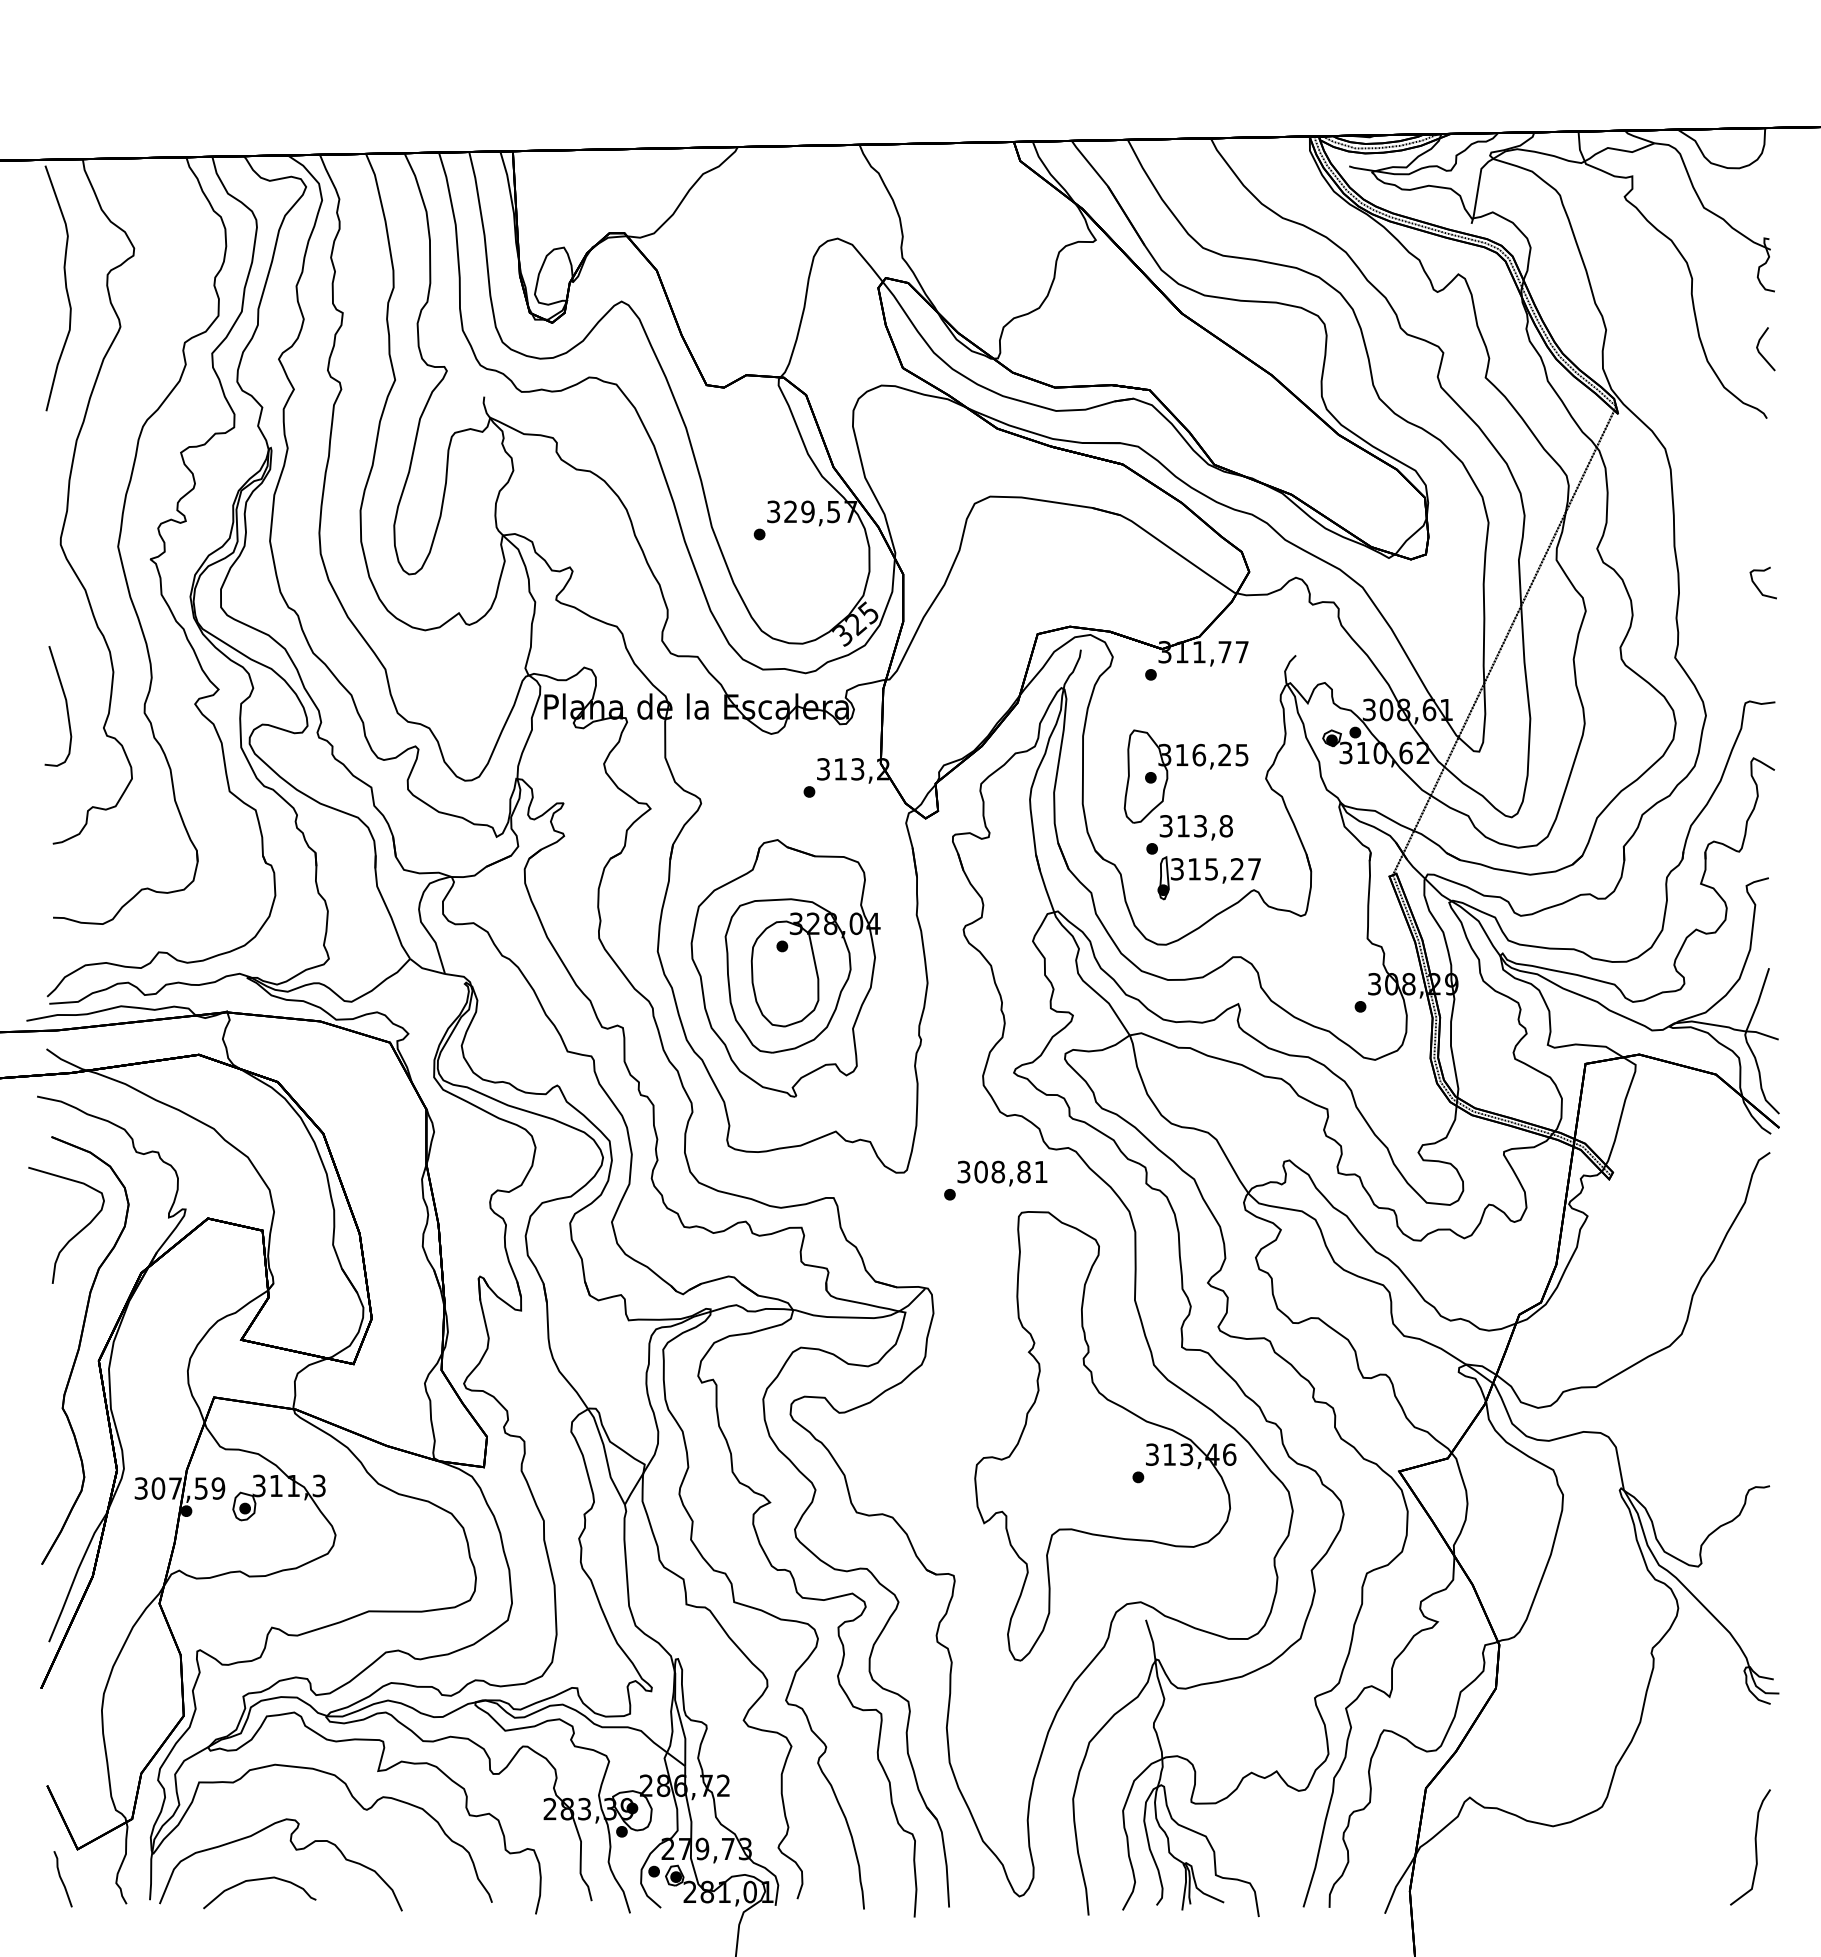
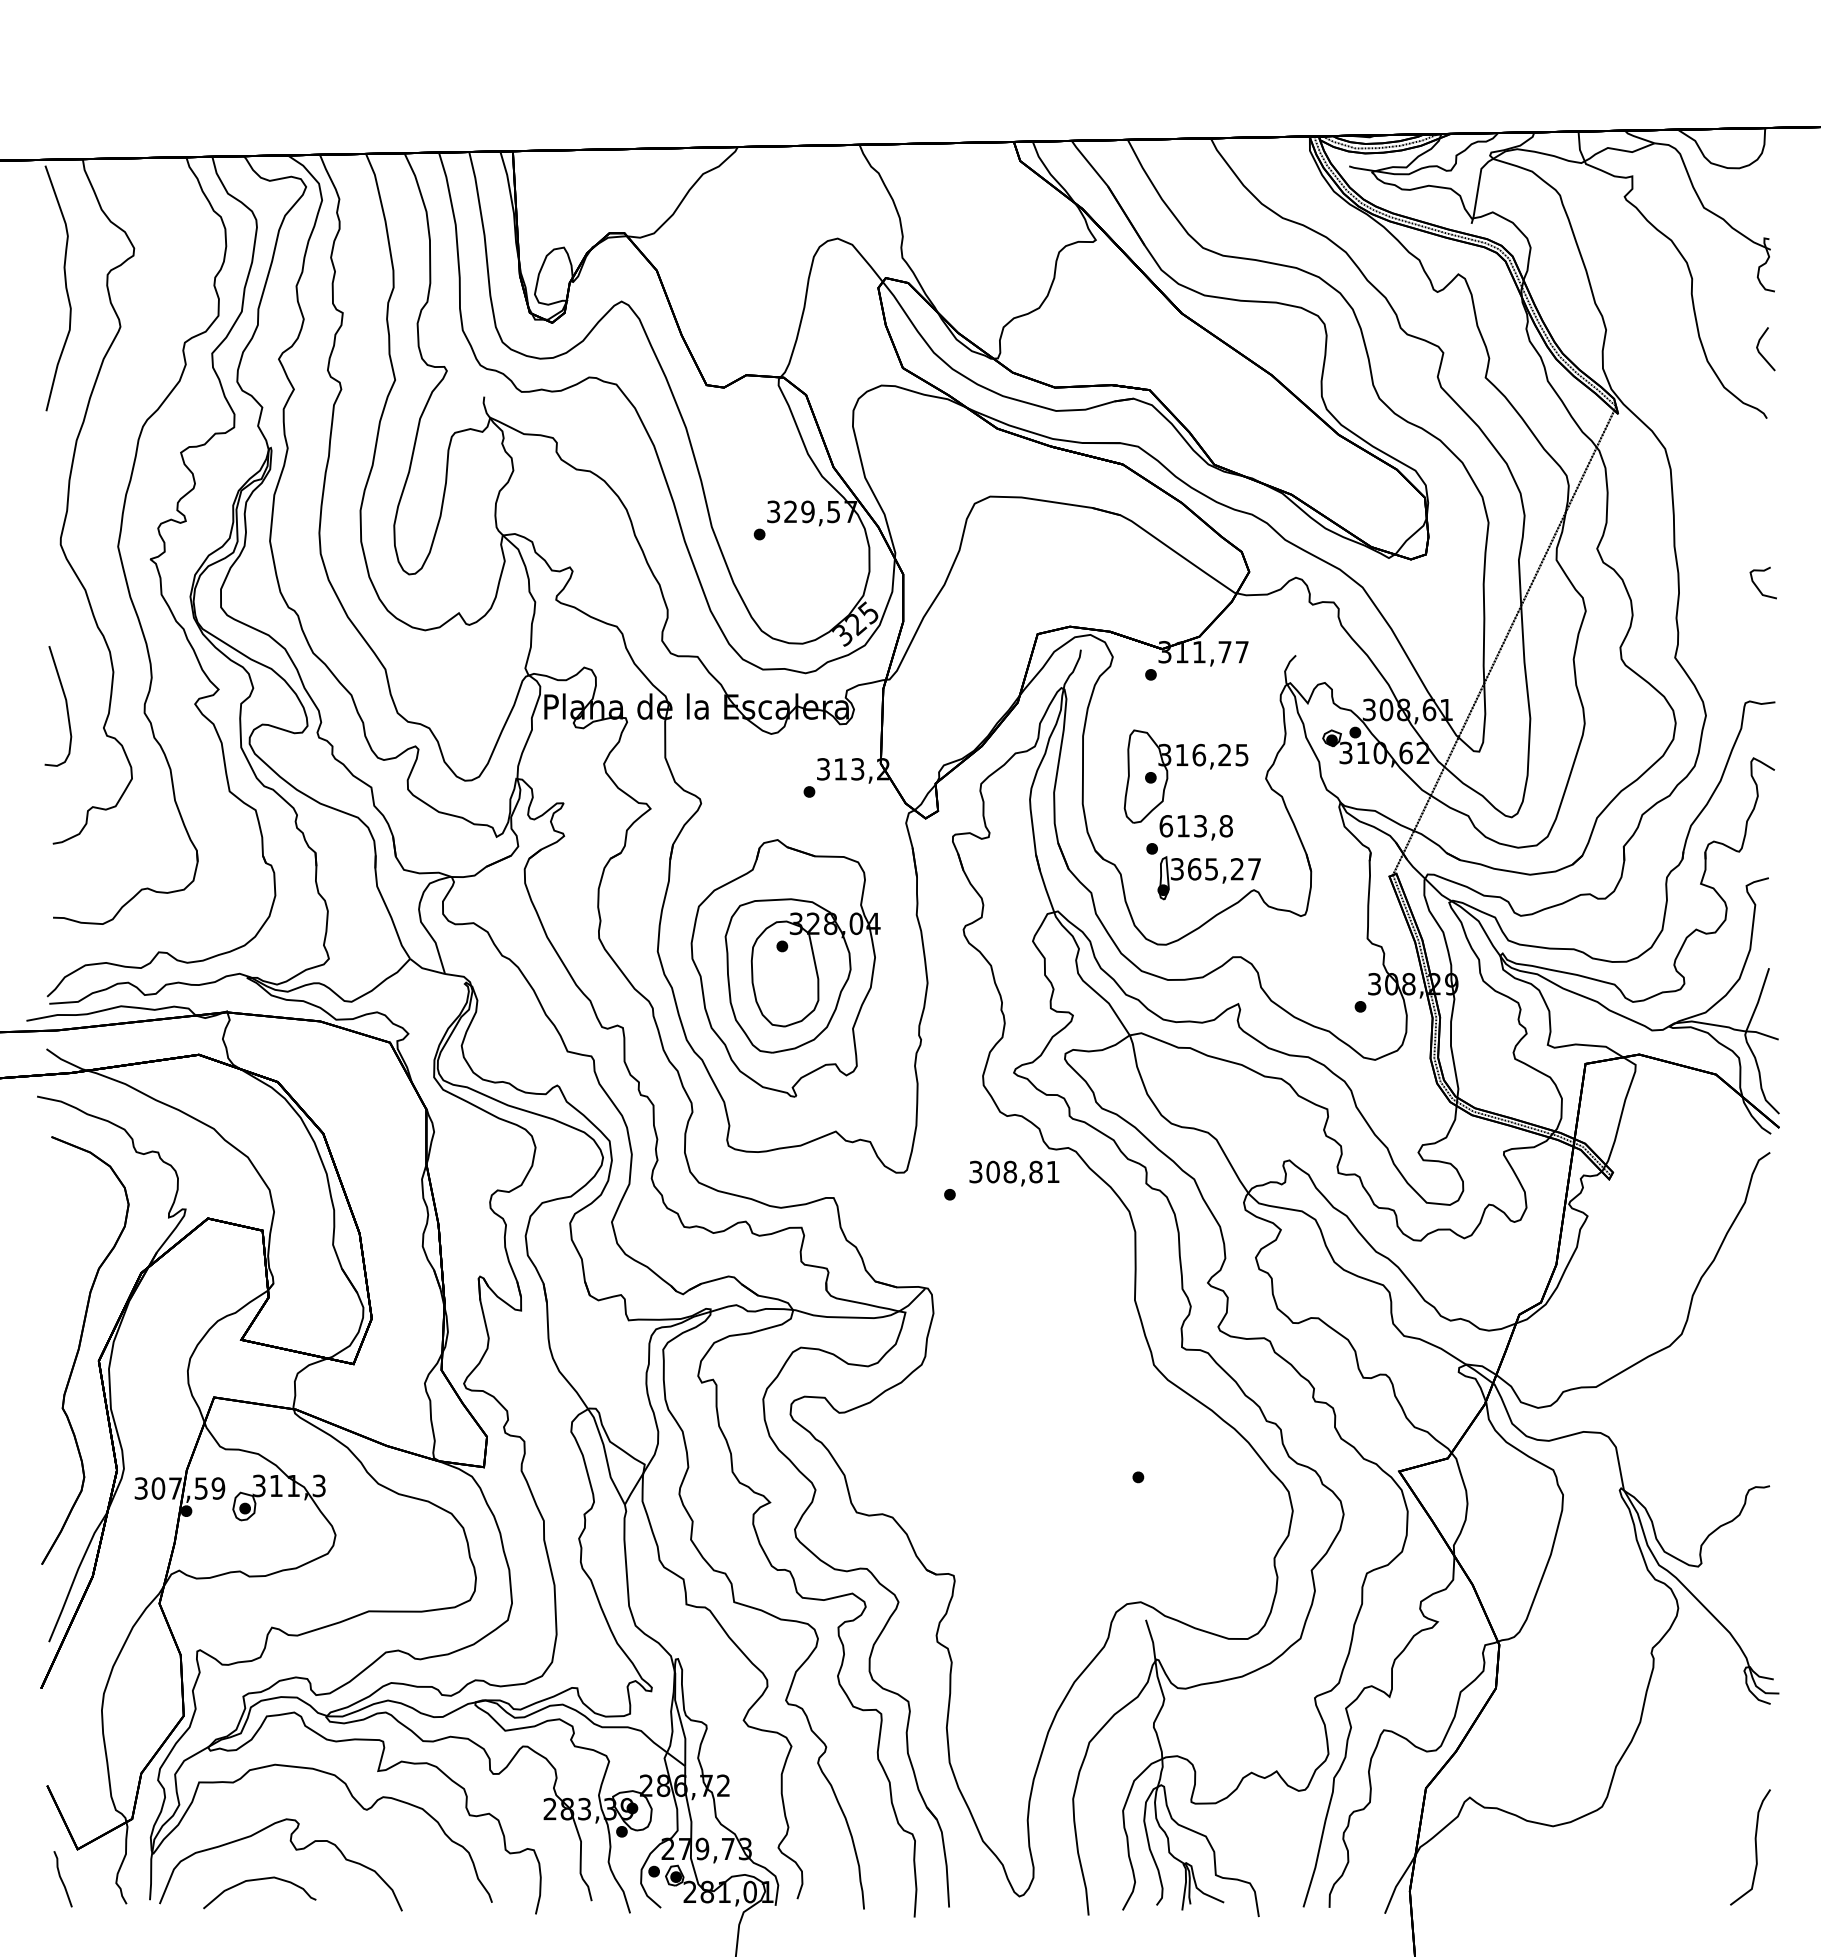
text at (1166, 826): 313,8 -> 613,8
text at (1194, 869): 315,27 -> 365,27
text at (1002, 1173) position: (1002, 1173) -> (1014, 1173)
part at (76, 1233): present -> none
part at (1105, 1436): present -> none
